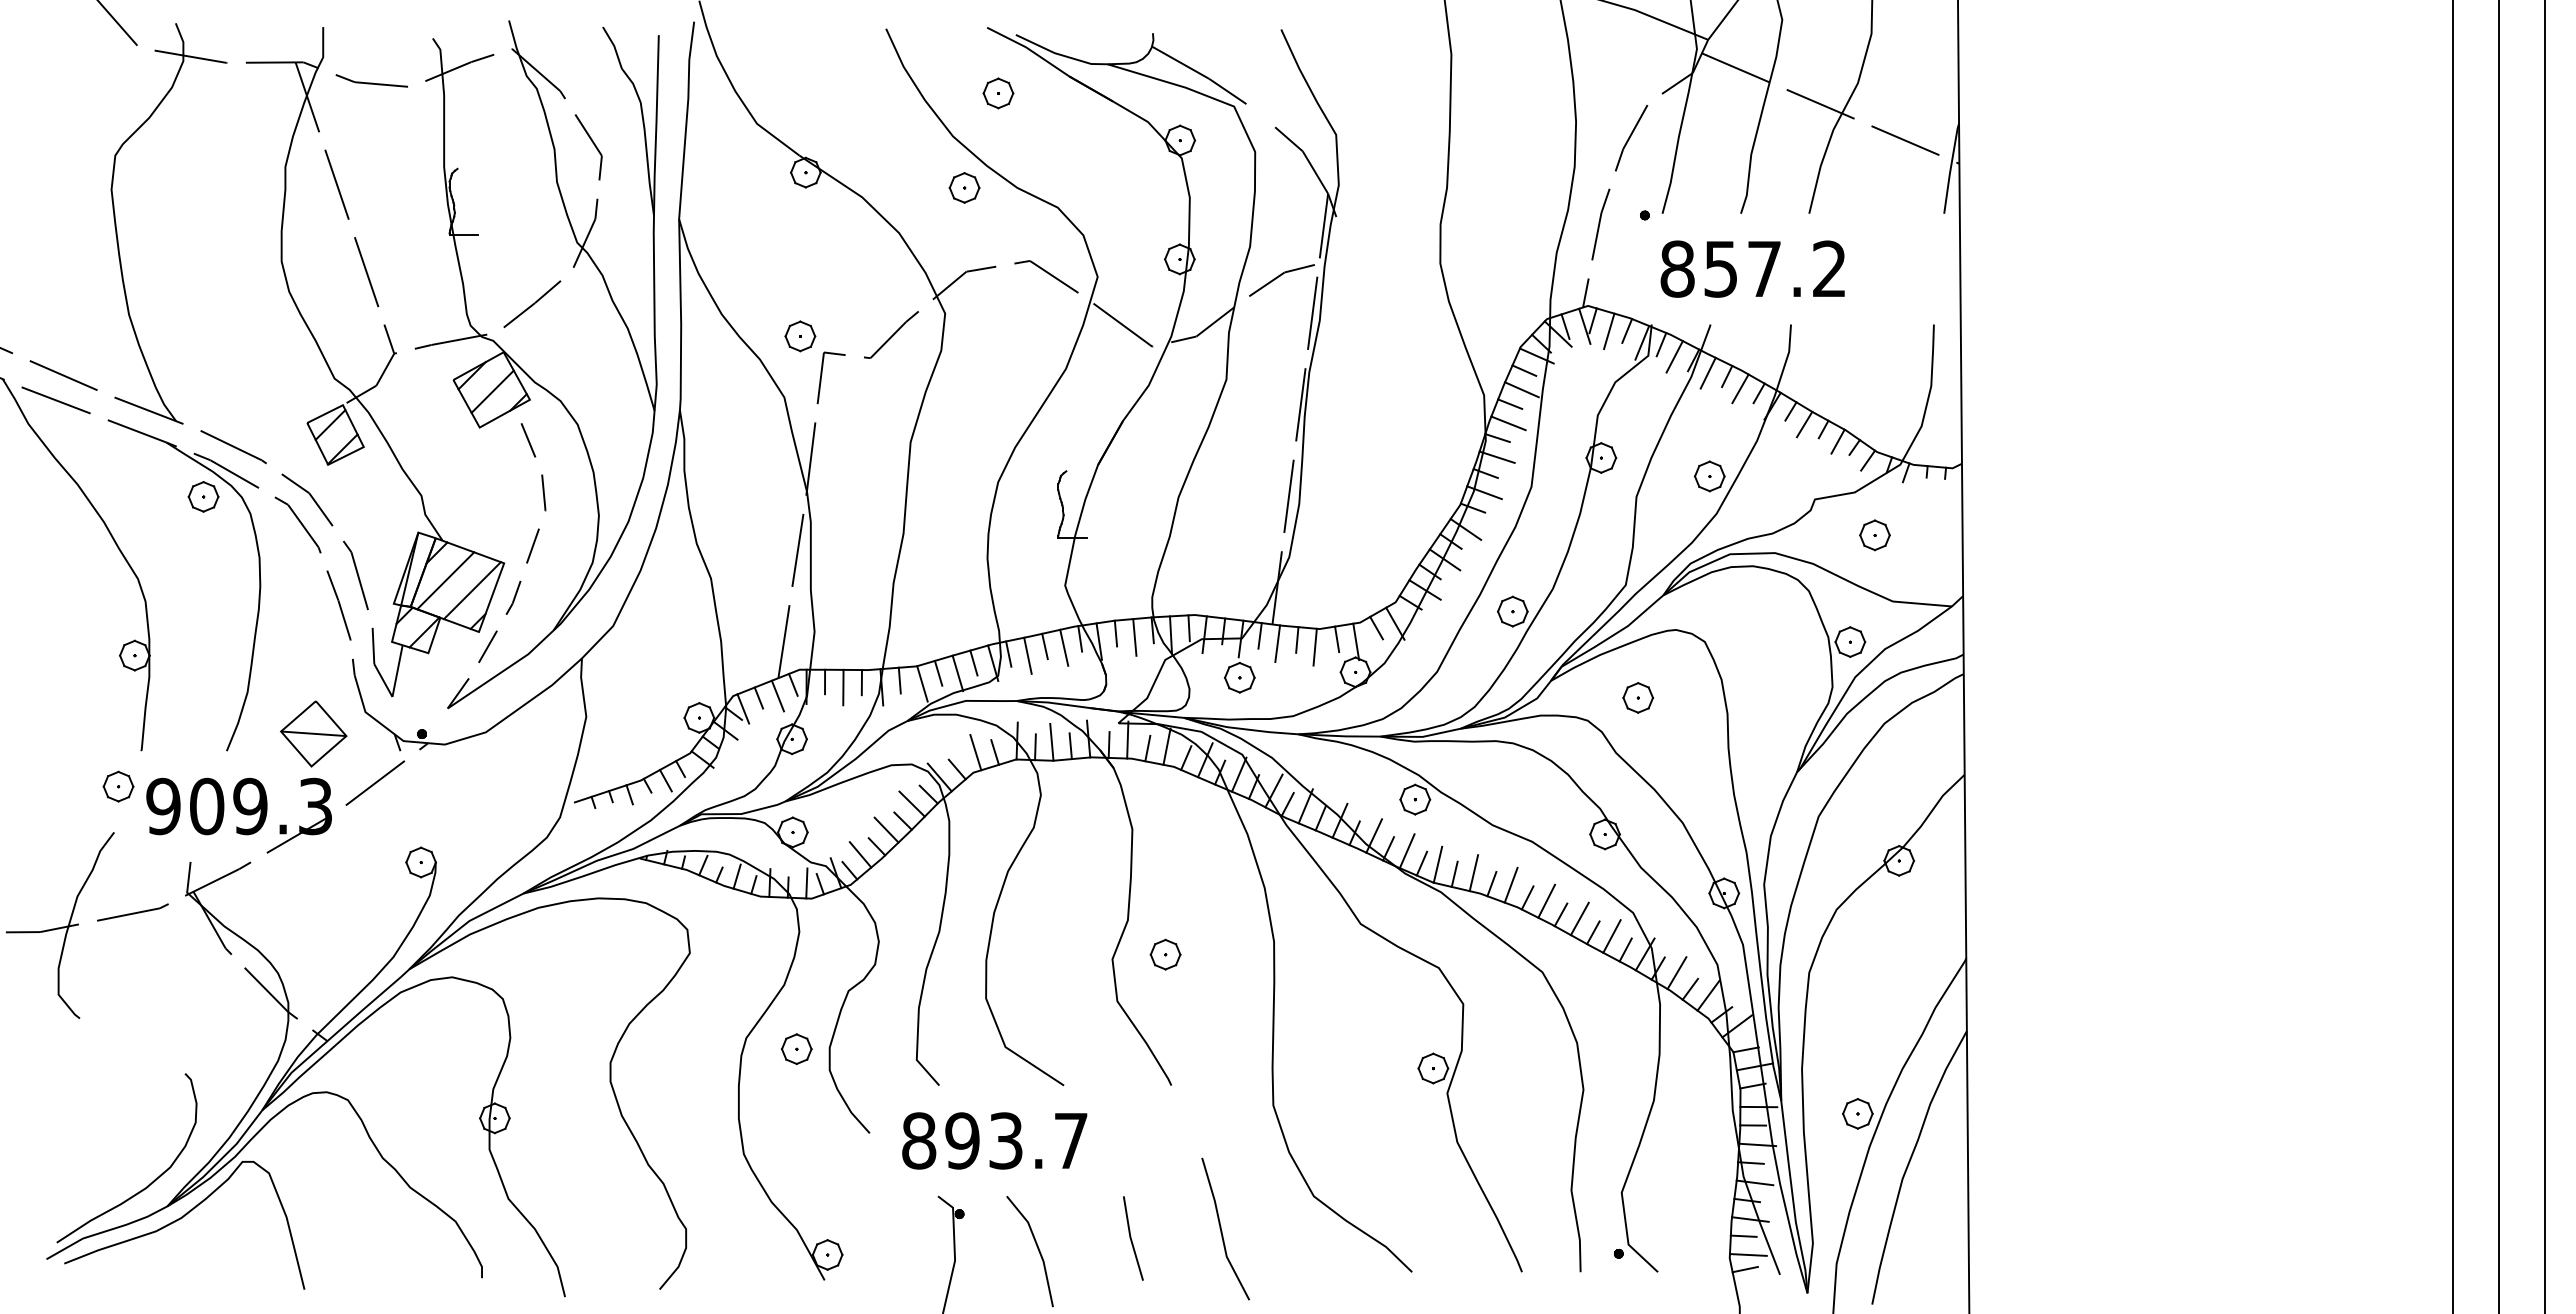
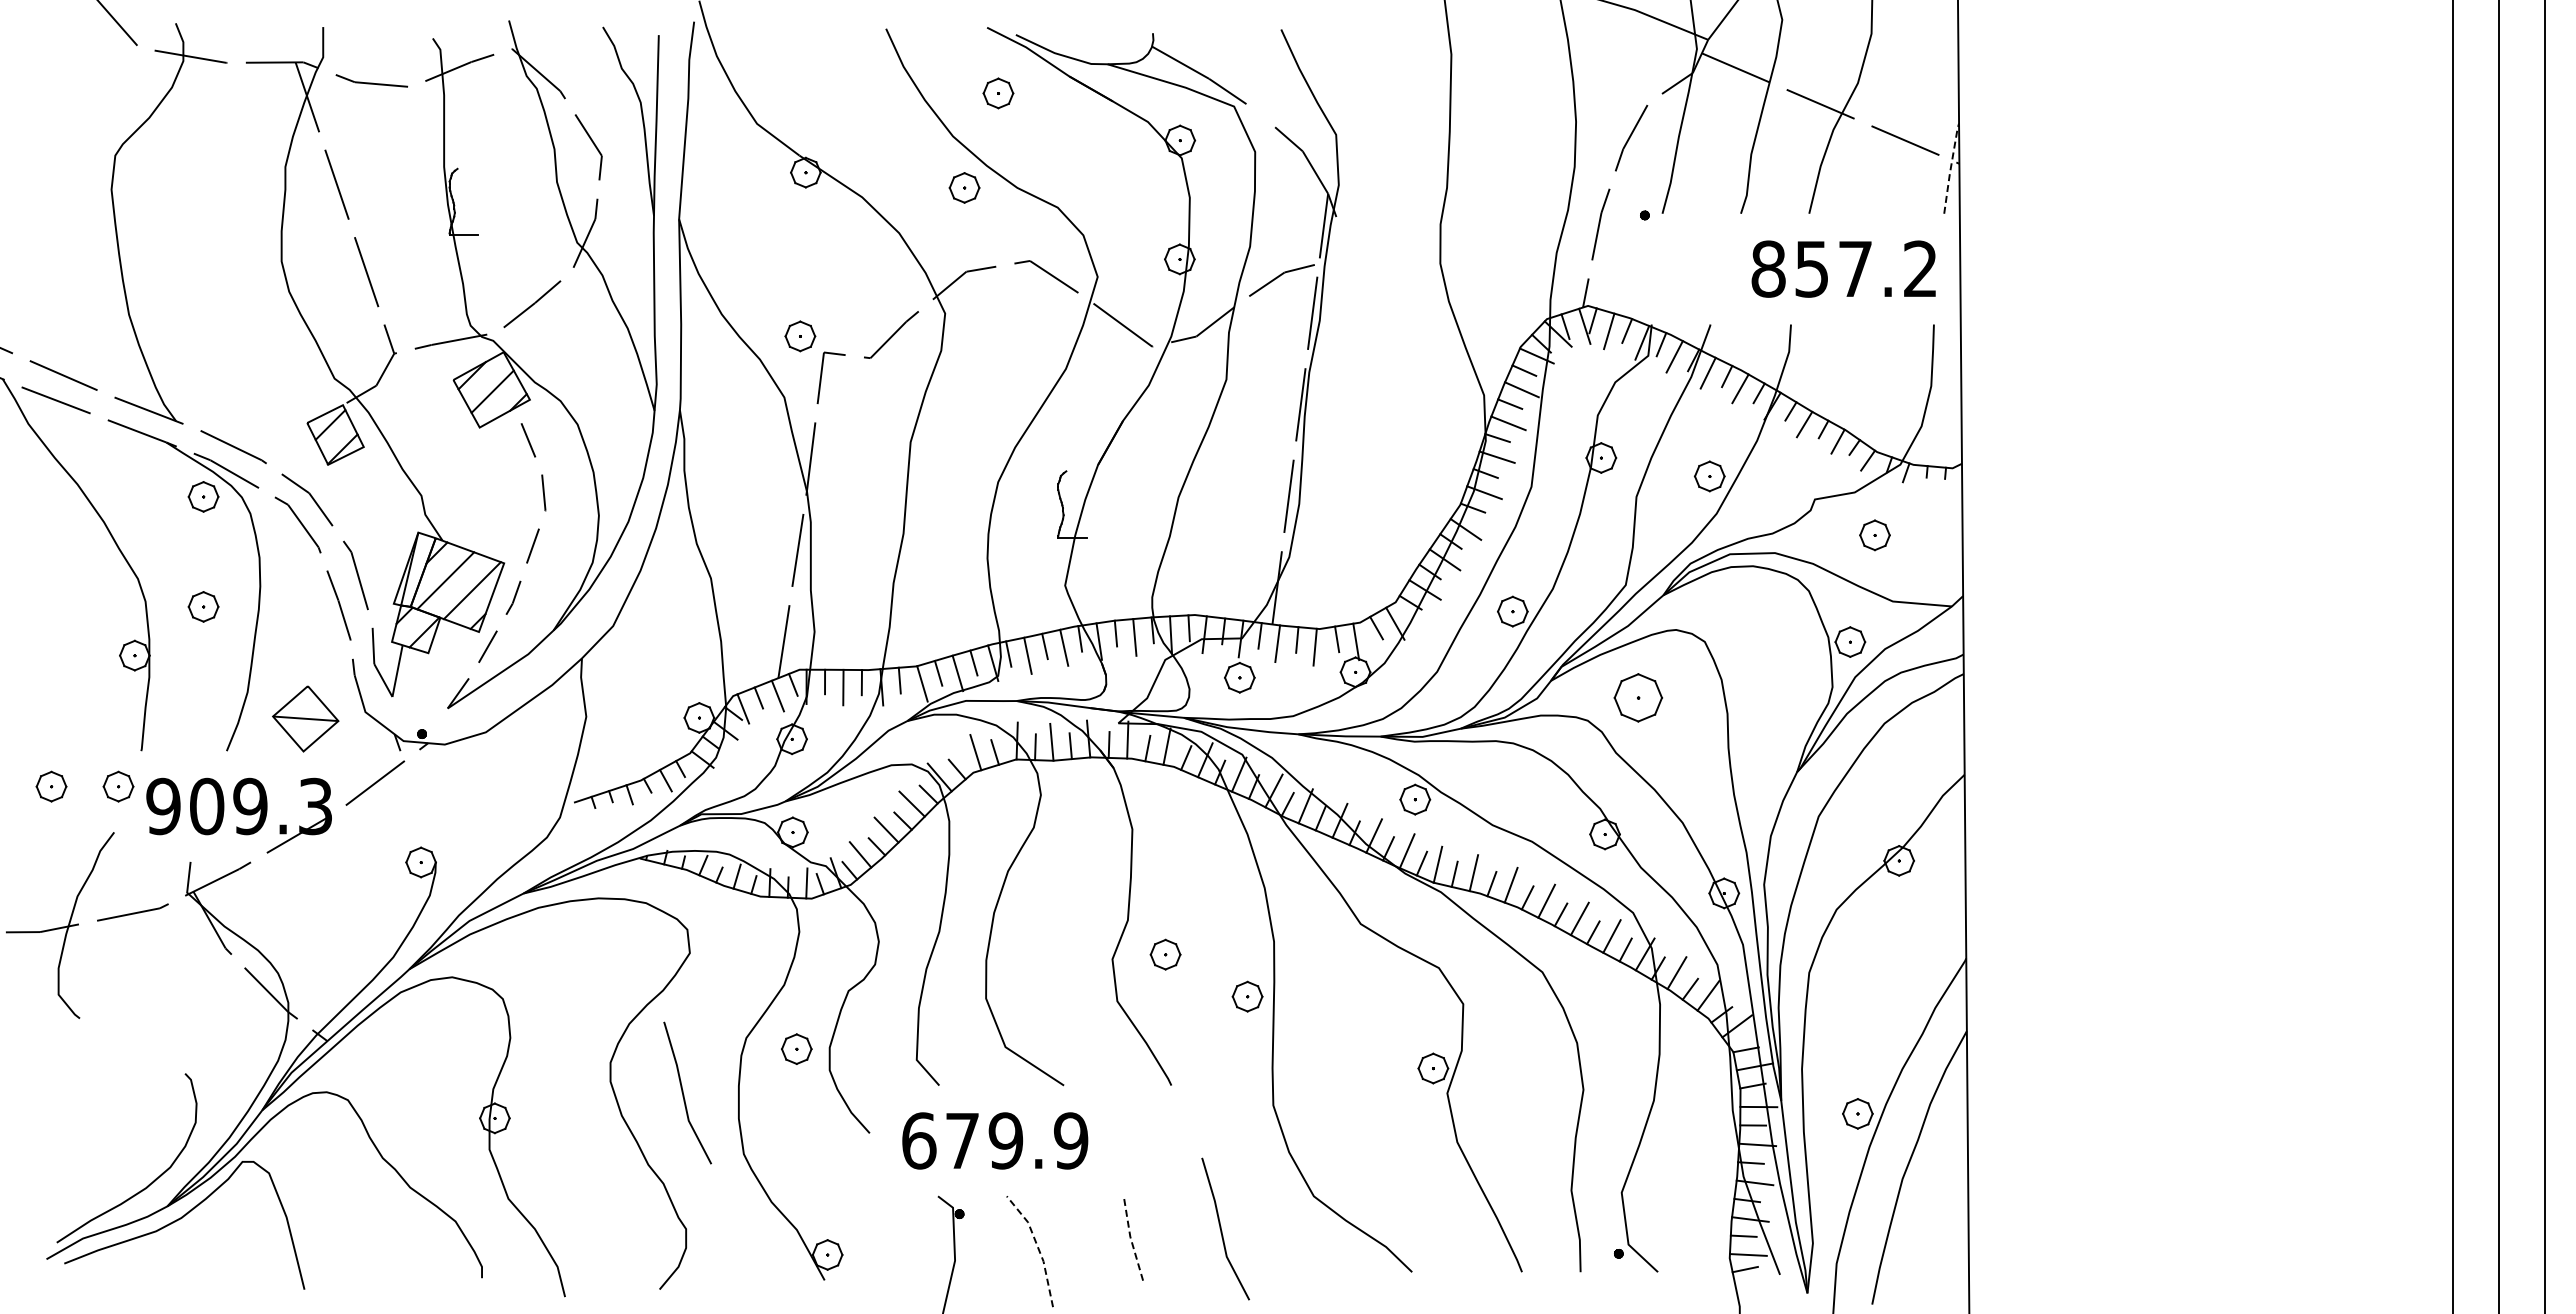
line at (1950, 168): solid -> dashed
text at (1752, 268) position: (1752, 268) -> (1843, 268)
part at (203, 606): none -> present
part at (1637, 697) size: 32x32 px -> 51x50 px
part at (313, 733) position: (313, 733) -> (305, 718)
part at (51, 786): none -> present
part at (1247, 996): none -> present
line at (684, 1094): none -> present
text at (995, 1140): 893.7 -> 679.9
line at (1130, 1237): solid -> dashed
line at (1038, 1247): solid -> dashed
